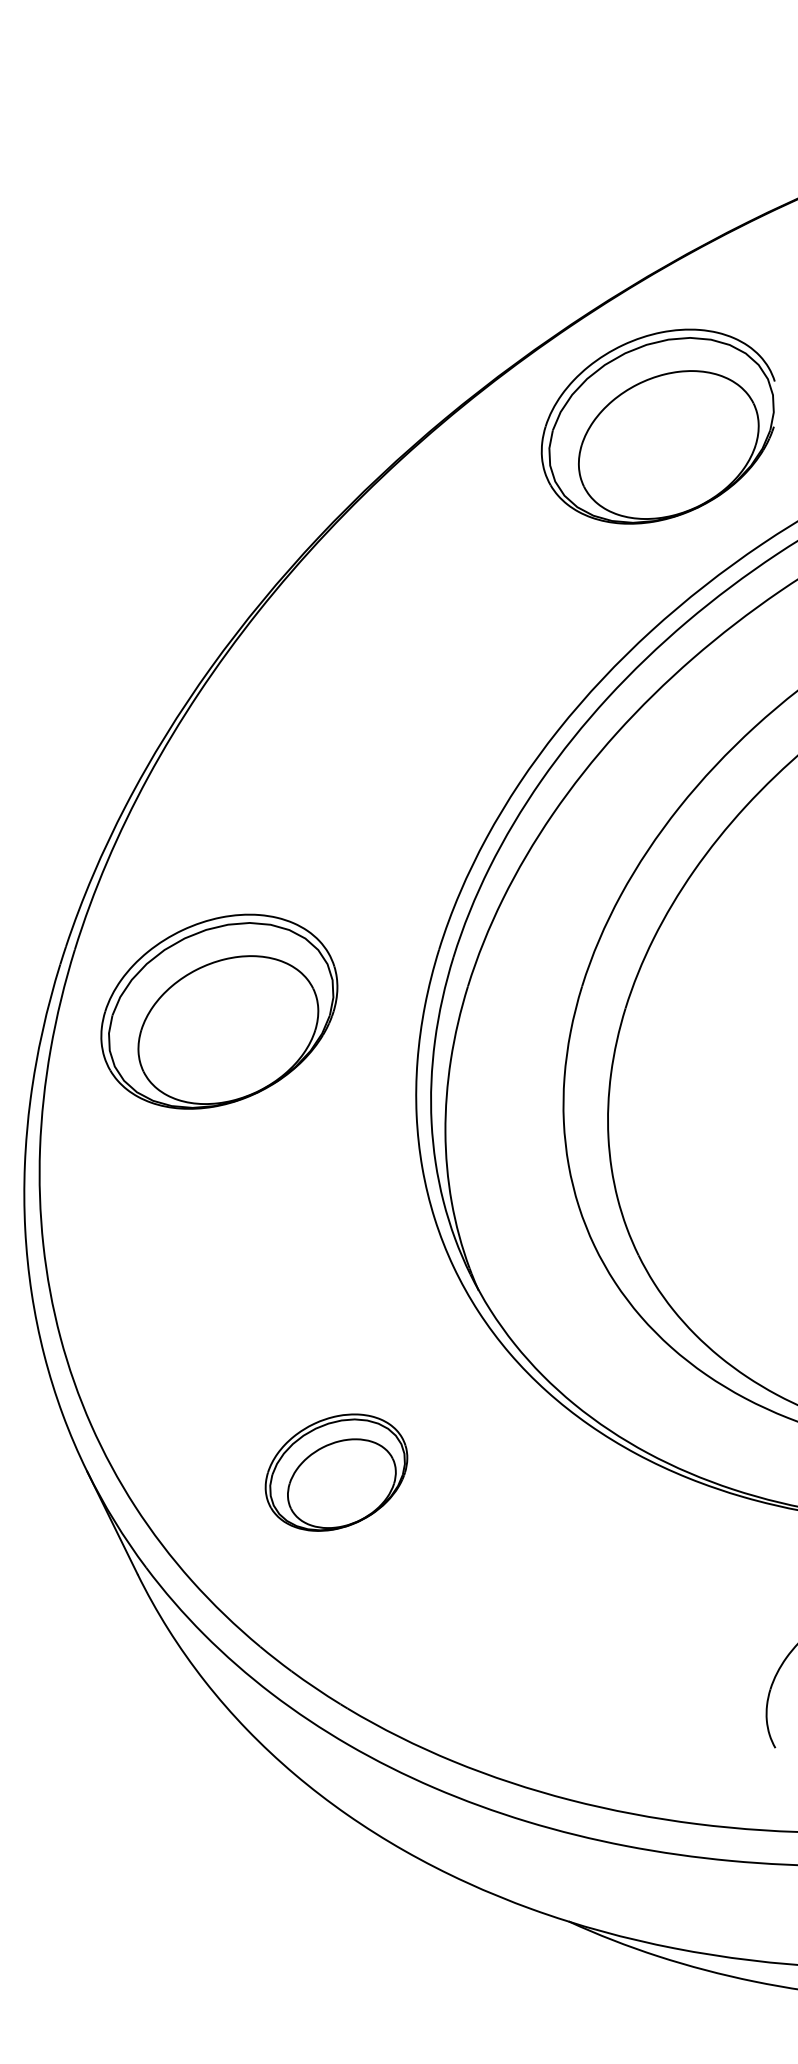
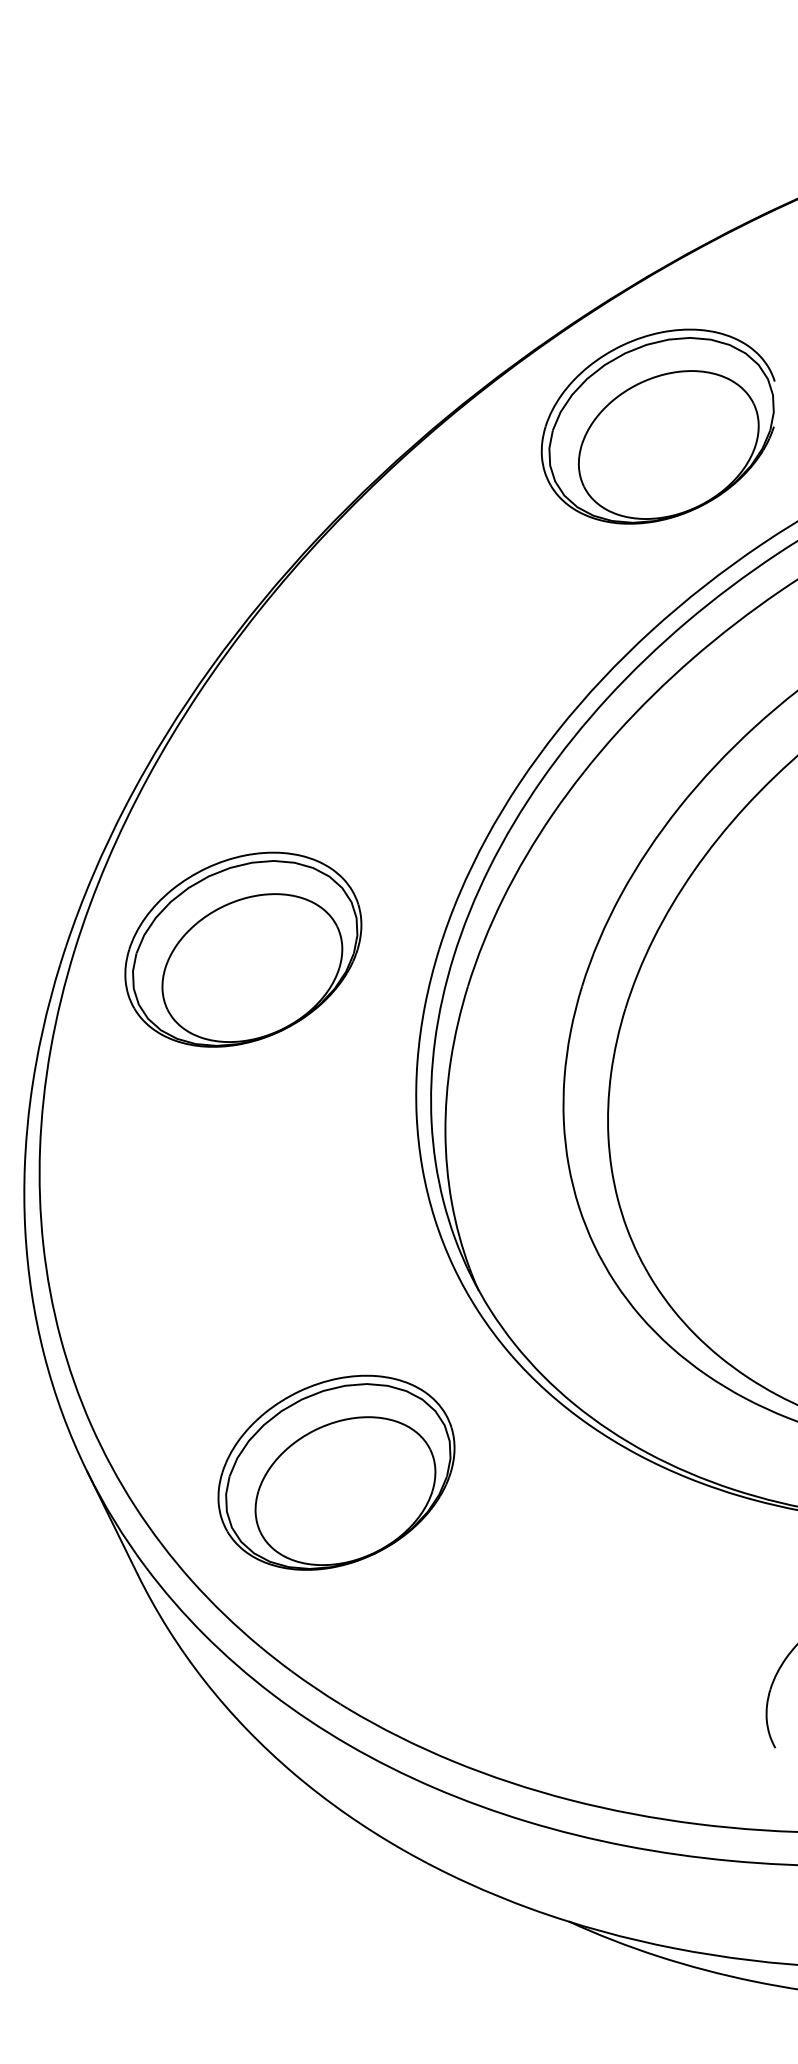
part at (219, 1011) position: (219, 1011) -> (243, 949)
part at (336, 1472) size: 145x119 px -> 239x197 px
